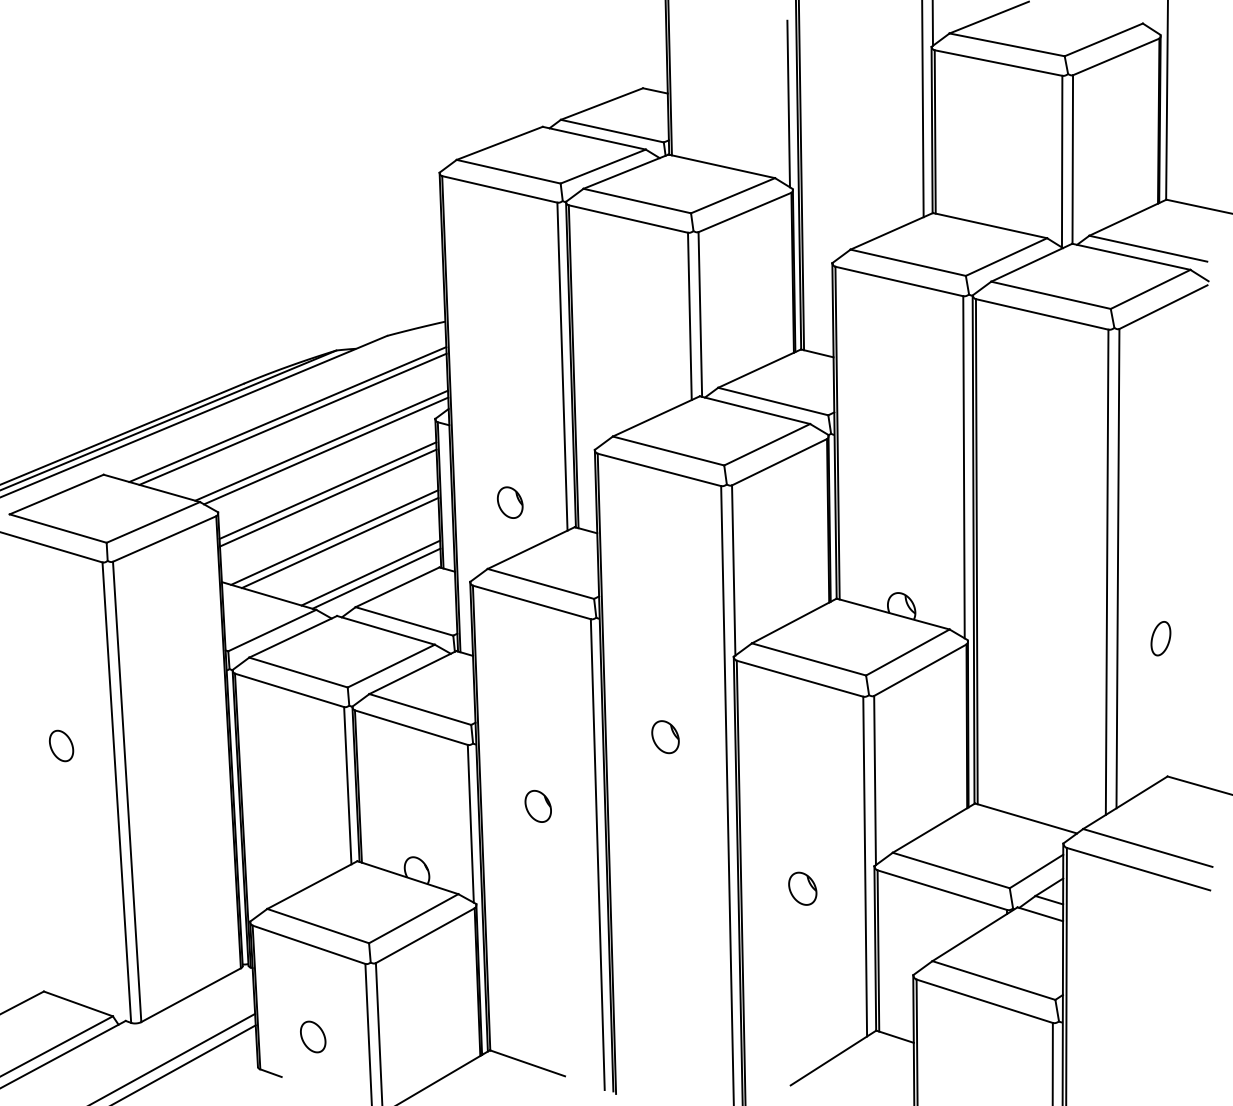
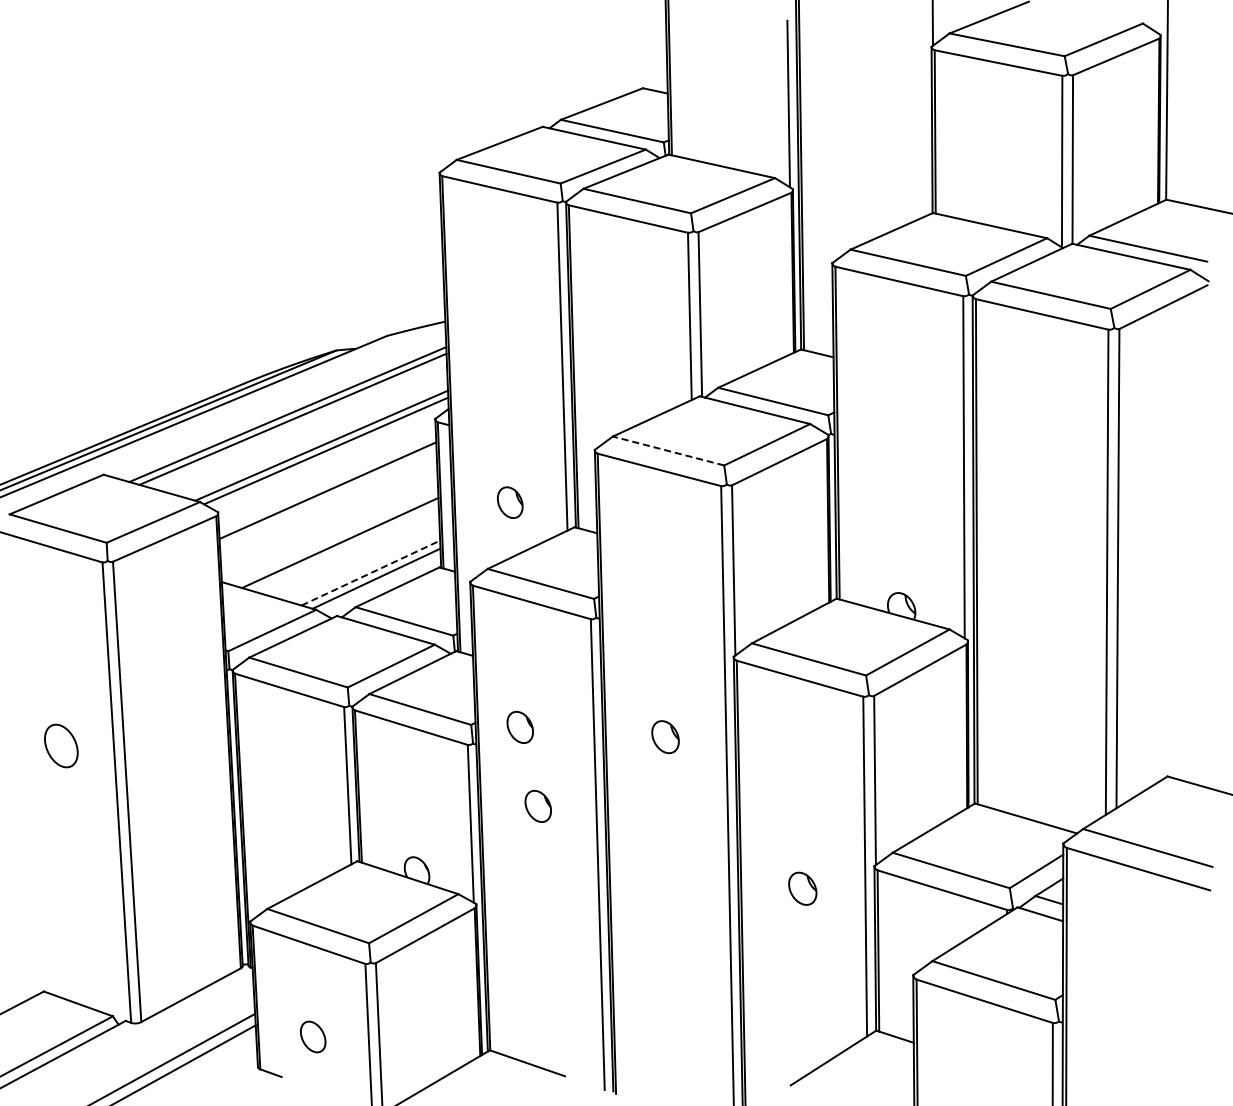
line at (922, 109): present -> none
line at (668, 451): solid -> dashed
line at (327, 497): present -> none
line at (334, 537): present -> none
line at (370, 573): solid -> dashed
part at (1160, 638): present -> none
part at (519, 727): none -> present
part at (61, 745) size: 26x34 px -> 35x46 px
